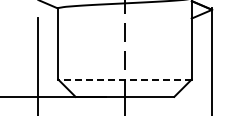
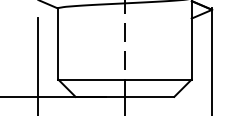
line at (124, 79): dashed -> solid
